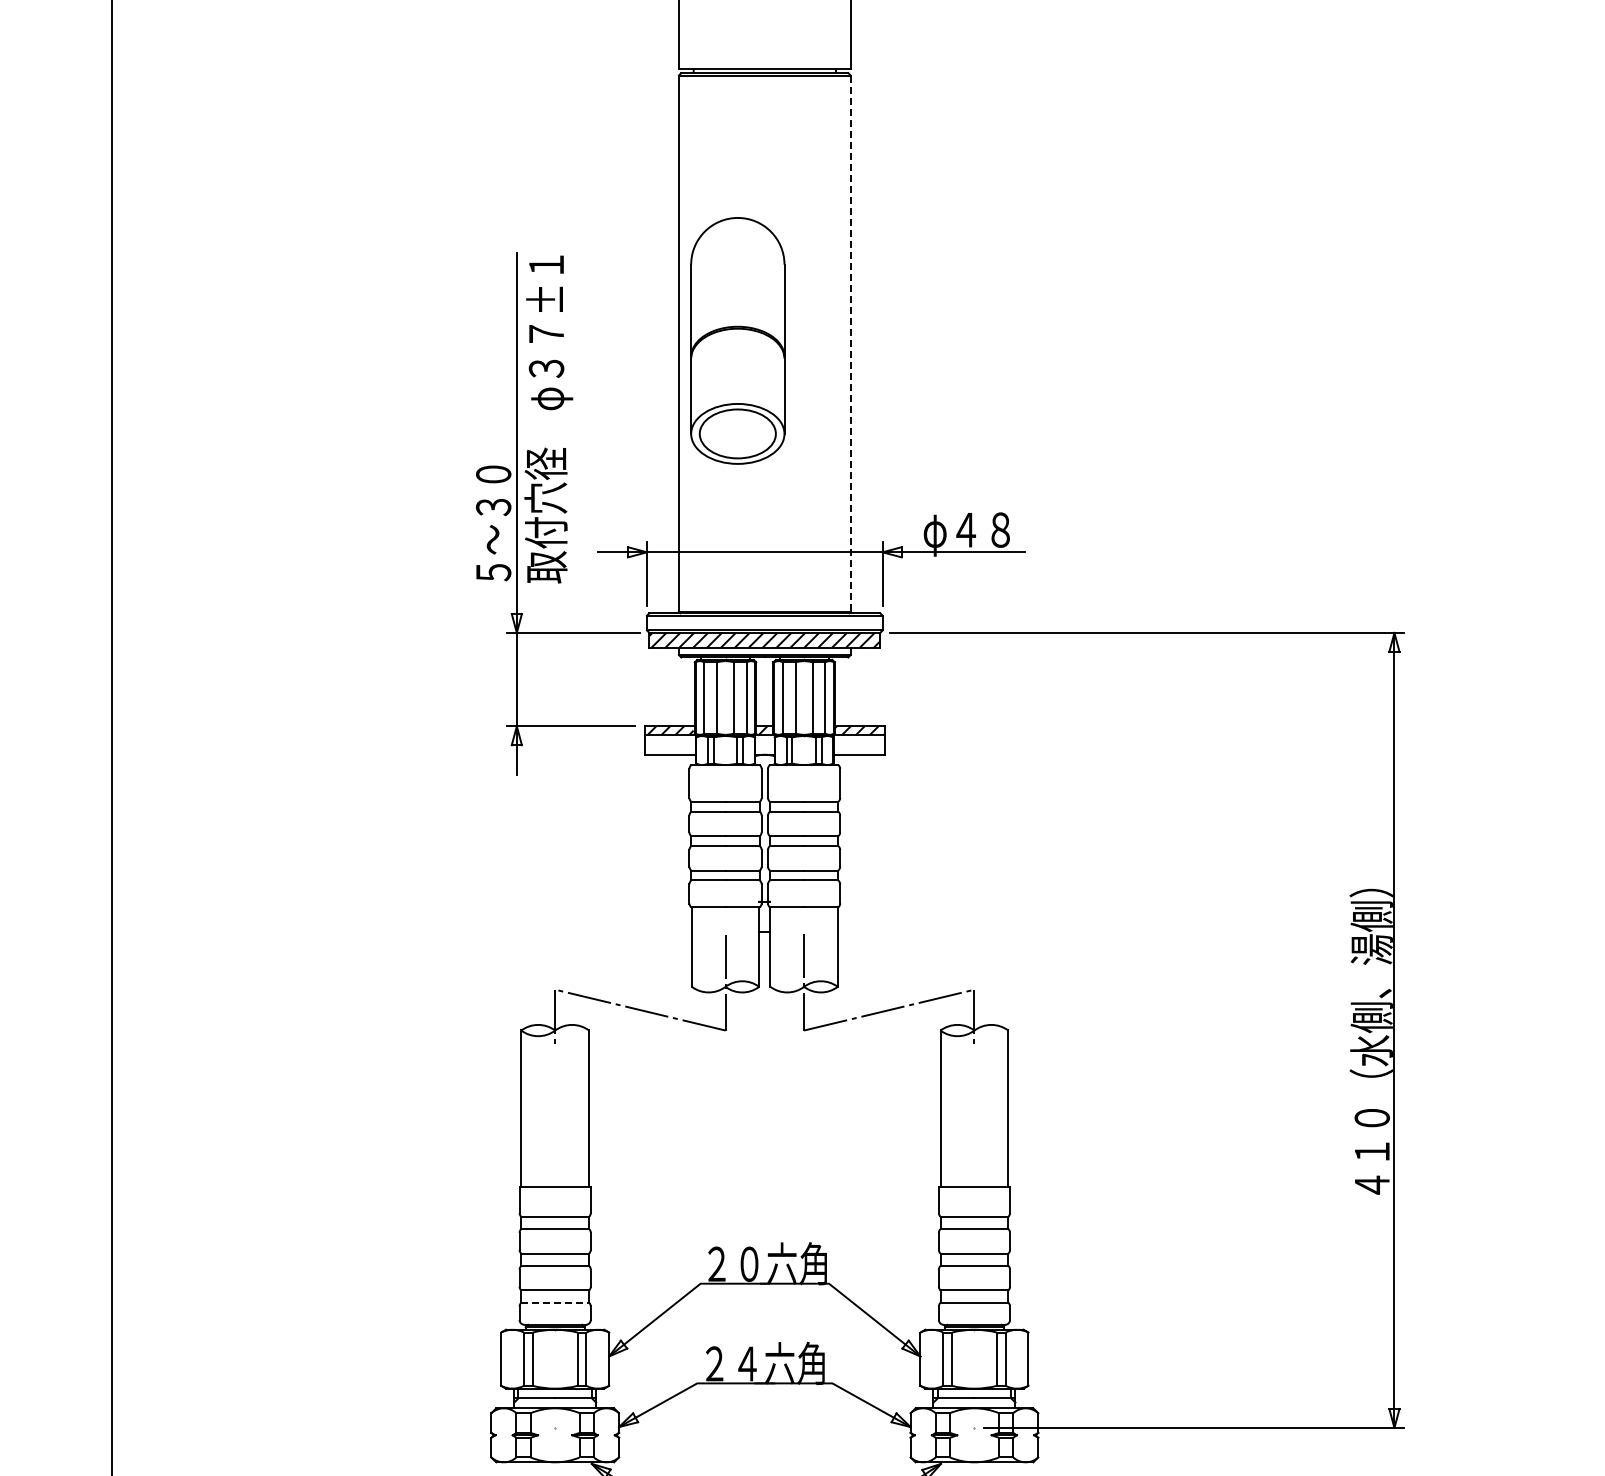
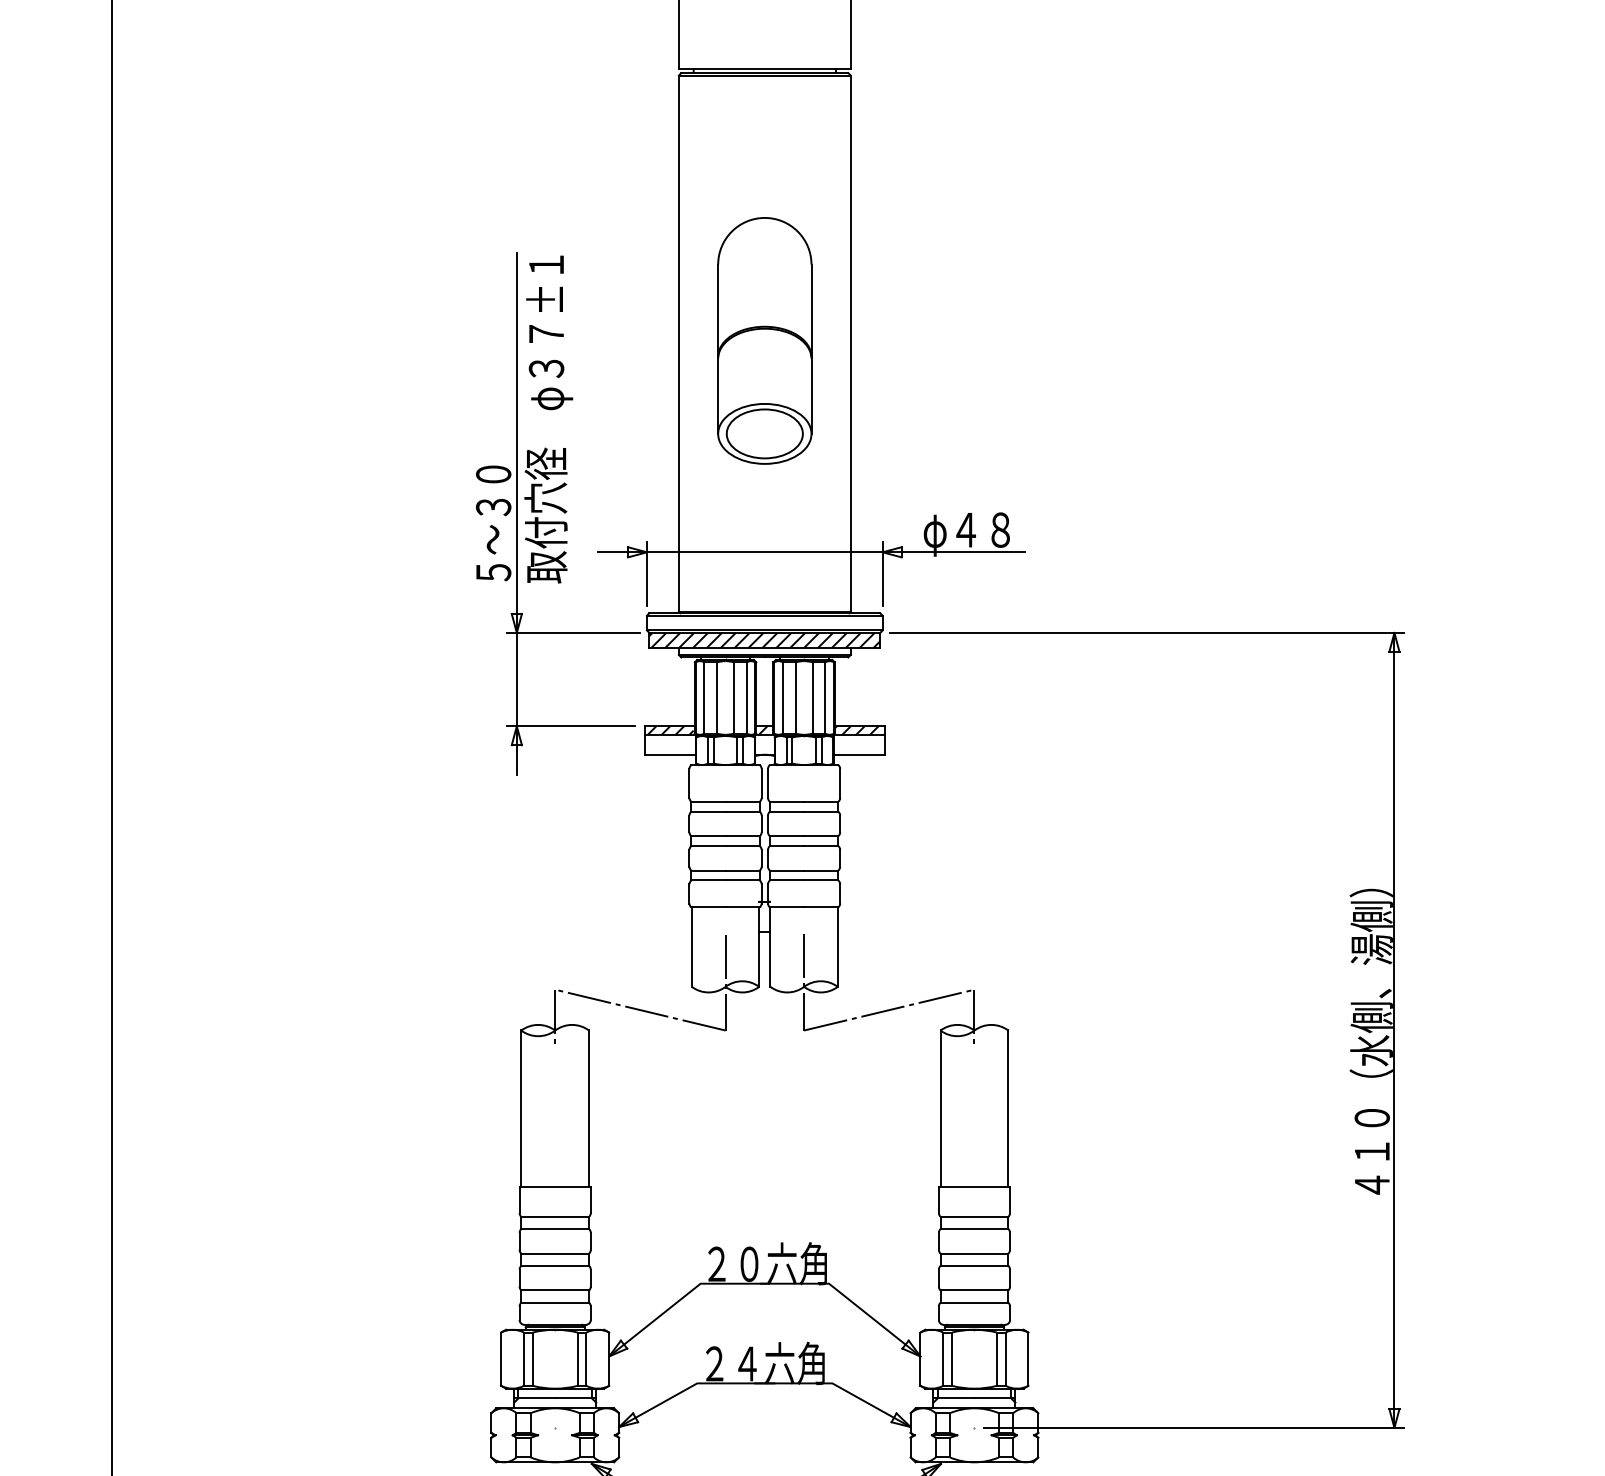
part at (737, 340) position: (737, 340) -> (764, 340)
line at (850, 344): dashed -> solid
line at (555, 1302): dashed -> solid
